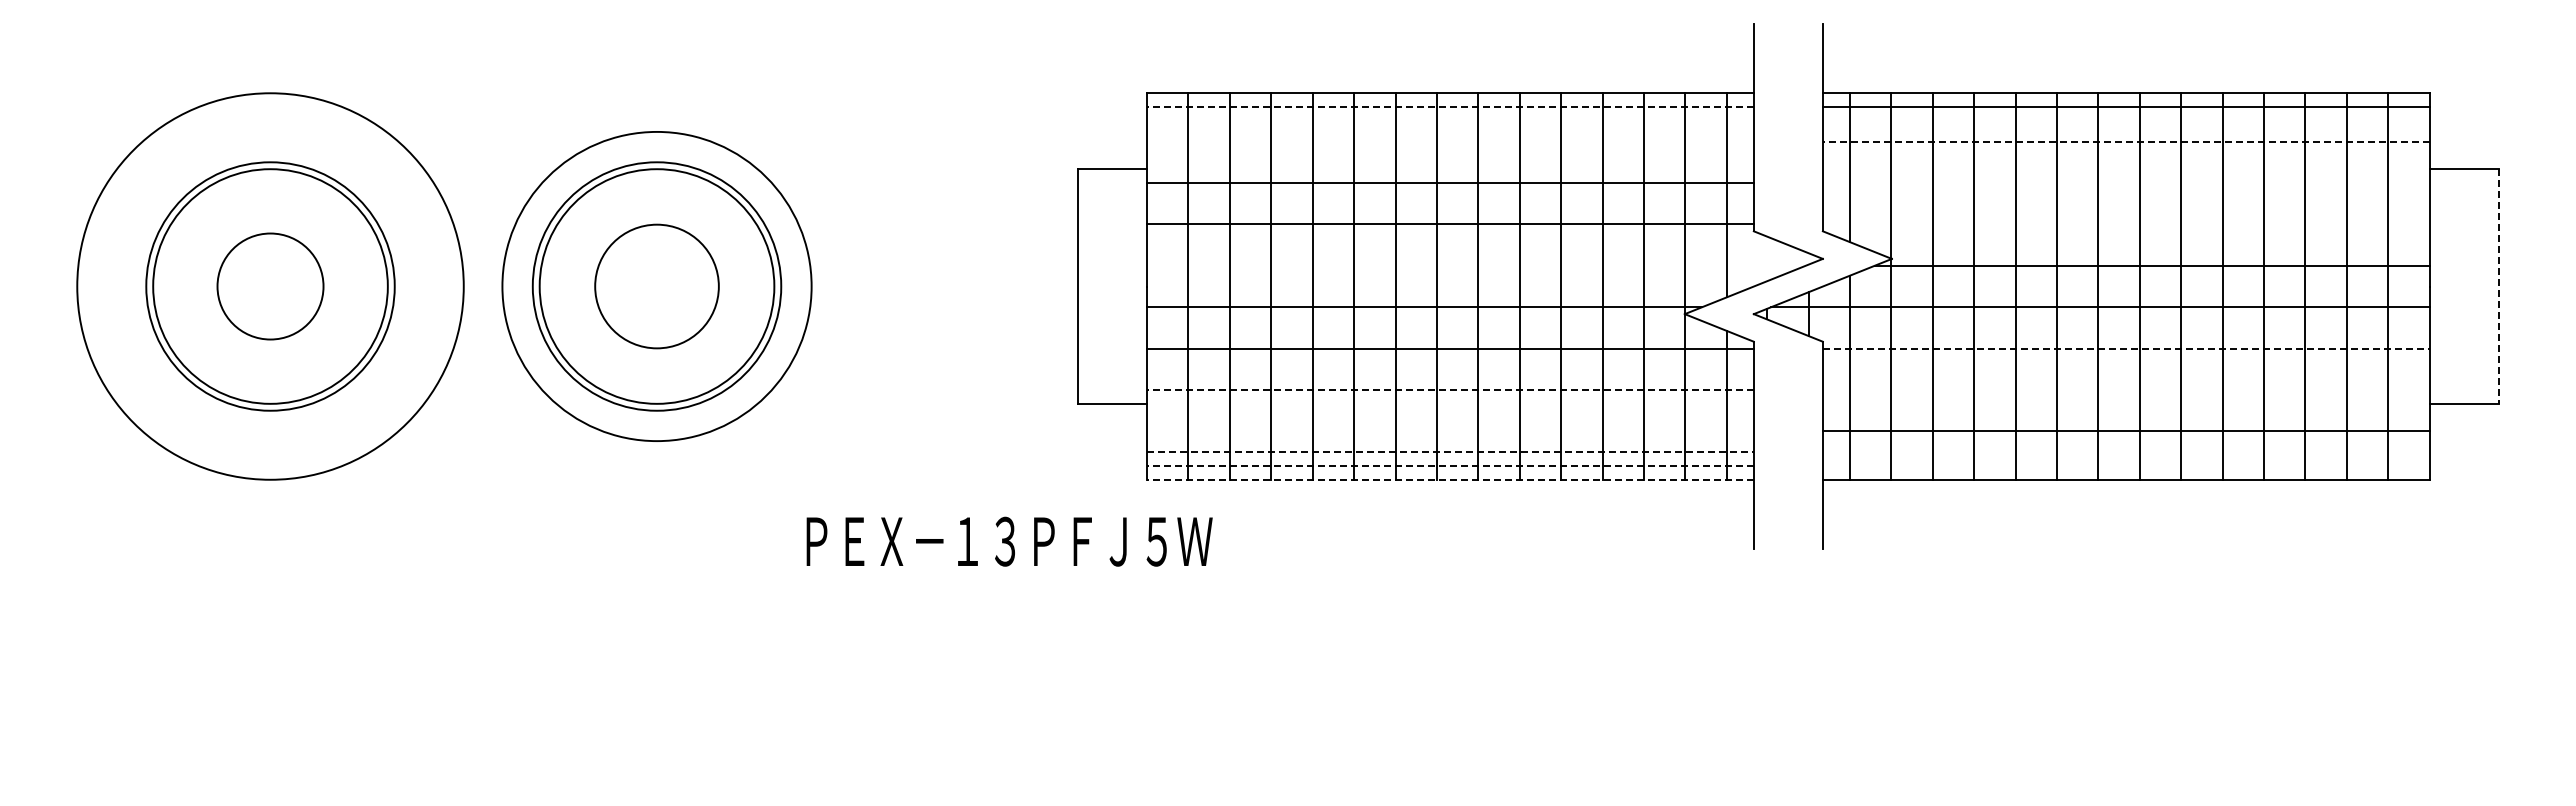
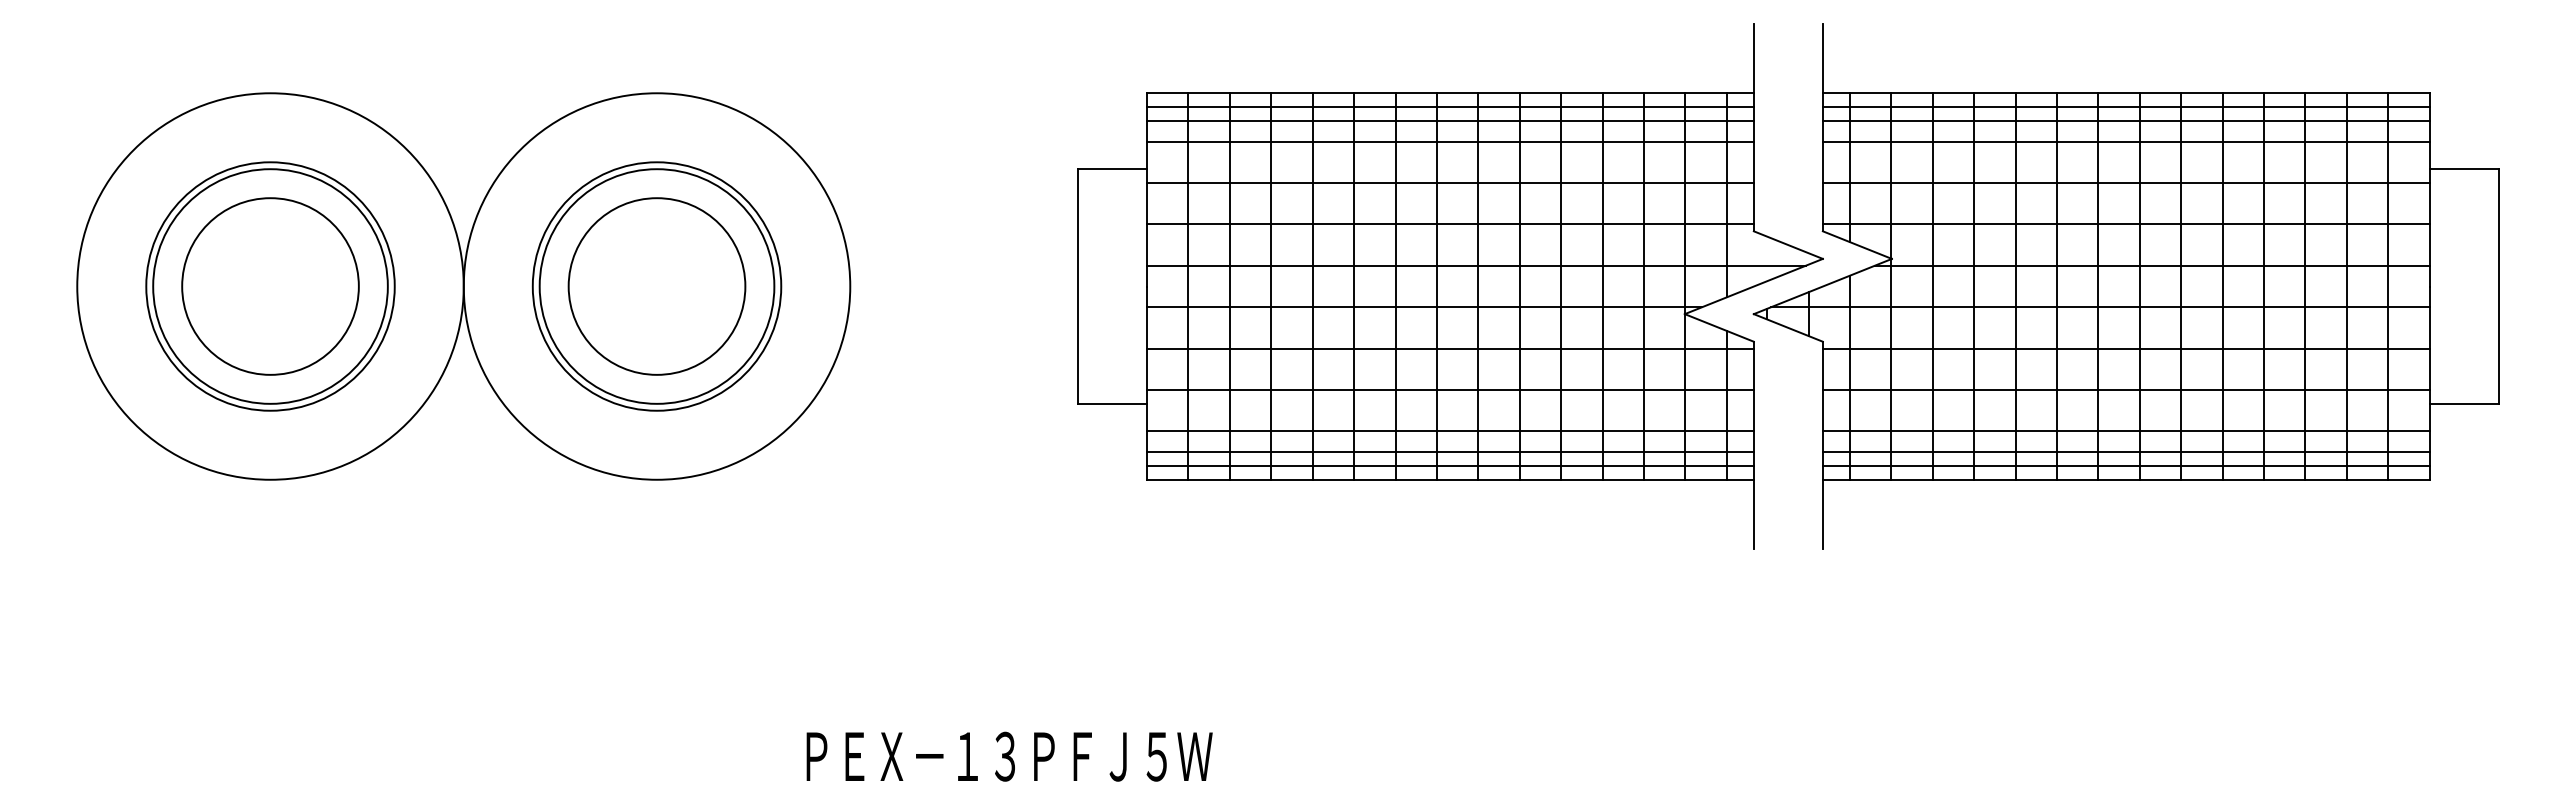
line at (1449, 107): dashed -> solid
line at (1450, 120): none -> present
line at (2125, 120): none -> present
line at (1450, 141): none -> present
line at (2125, 141): dashed -> solid
line at (2125, 183): none -> present
line at (2125, 224): none -> present
line at (1476, 265): none -> present
circle at (270, 286) diameter: 106 px -> 177 px
circle at (656, 286) diameter: 124 px -> 177 px
circle at (656, 286) diameter: 309 px -> 387 px
line at (2498, 287): dashed -> solid
line at (2126, 348): dashed -> solid
line at (1449, 390): dashed -> solid
line at (2125, 390): none -> present
line at (1450, 431): none -> present
line at (1450, 452): dashed -> solid
line at (2125, 452): none -> present
line at (1449, 465): dashed -> solid
line at (2125, 465): none -> present
line at (1449, 479): dashed -> solid
text at (1009, 541) position: (1009, 541) -> (1009, 756)
